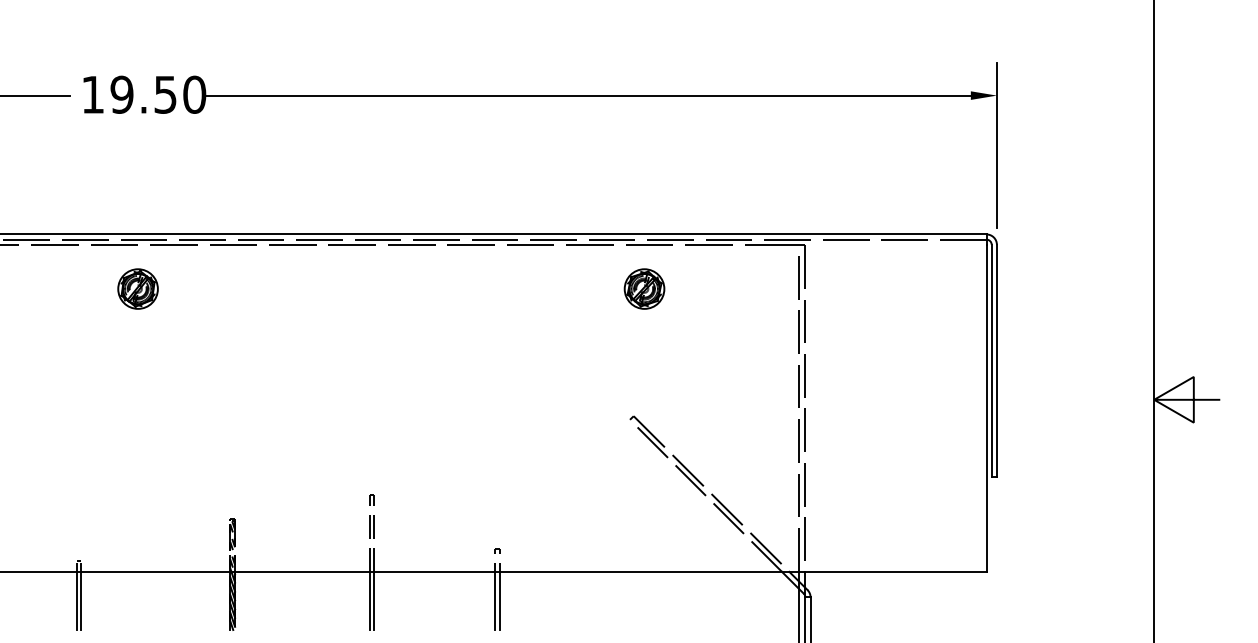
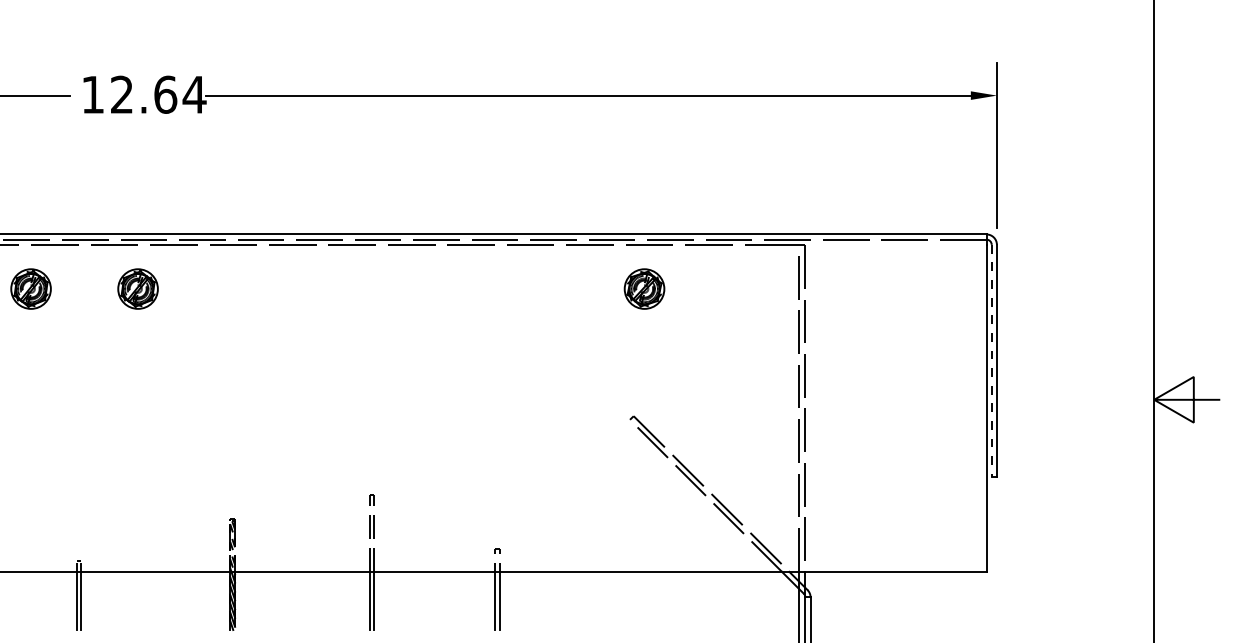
text at (158, 94): 19.50 -> 12.64
part at (30, 288): none -> present
line at (991, 360): solid -> dashed
